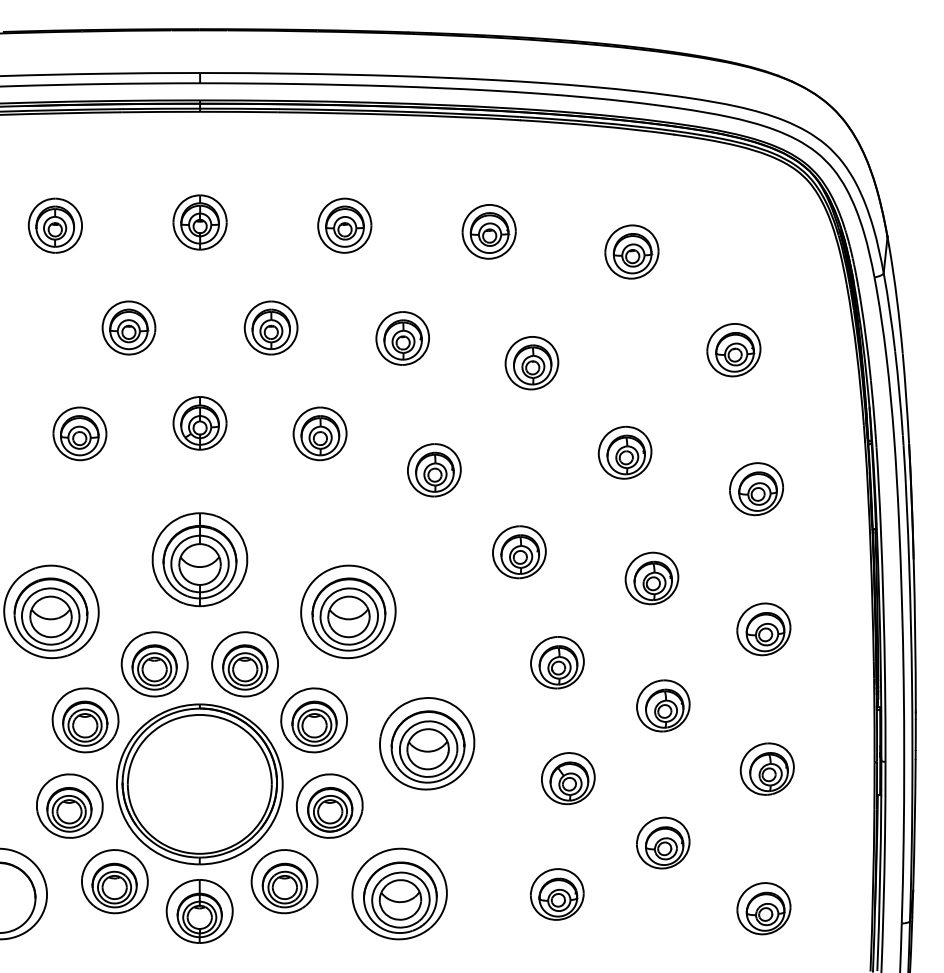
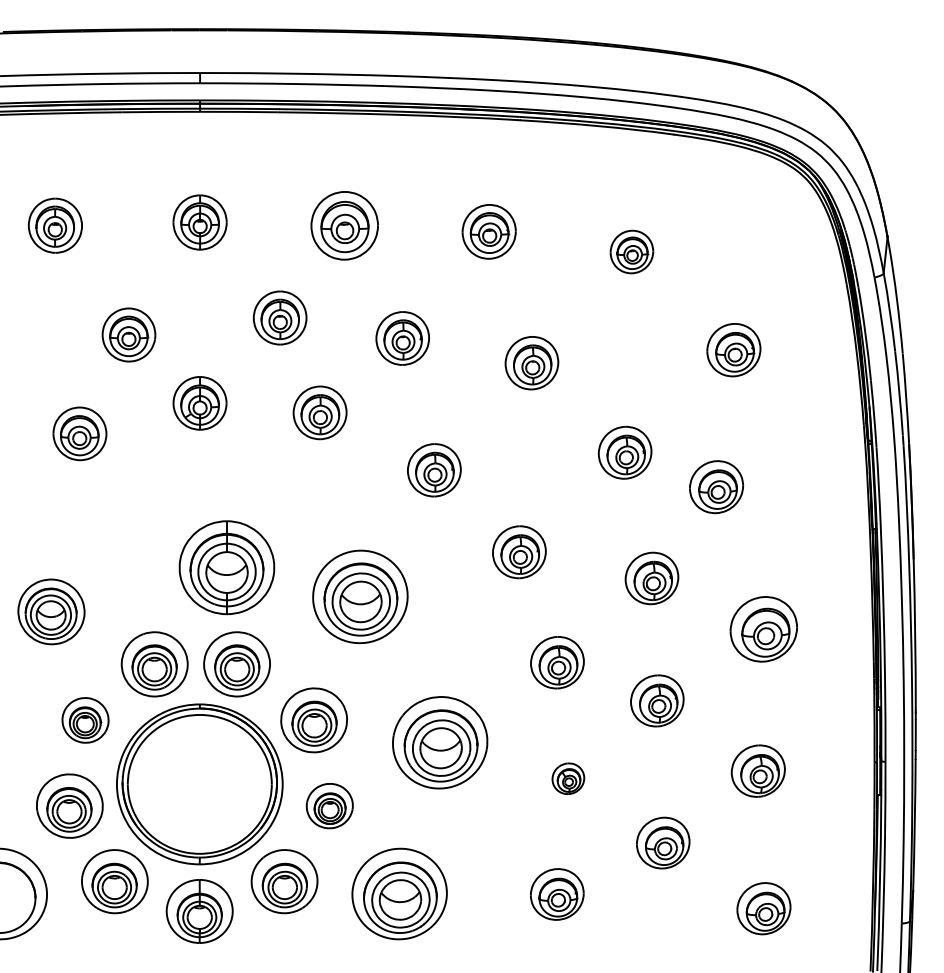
part at (344, 225) size: 56x57 px -> 69x70 px
part at (631, 251) size: 56x56 px -> 46x46 px
part at (128, 327) position: (128, 327) -> (128, 334)
part at (270, 327) position: (270, 327) -> (279, 317)
part at (199, 423) position: (199, 423) -> (199, 403)
part at (319, 433) position: (319, 433) -> (319, 412)
part at (756, 489) position: (756, 489) -> (716, 487)
part at (199, 559) position: (199, 559) -> (226, 567)
part at (51, 611) size: 97x96 px -> 69x68 px
part at (348, 611) position: (348, 611) -> (360, 596)
part at (763, 629) size: 56x55 px -> 69x67 px
part at (244, 664) position: (244, 664) -> (236, 664)
part at (663, 705) position: (663, 705) -> (657, 700)
part at (85, 720) size: 69x67 px -> 49x47 px
part at (427, 743) position: (427, 743) -> (440, 742)
part at (766, 768) position: (766, 768) -> (757, 770)
part at (568, 778) size: 55x54 px -> 35x33 px
part at (329, 805) size: 68x66 px -> 49x47 px
